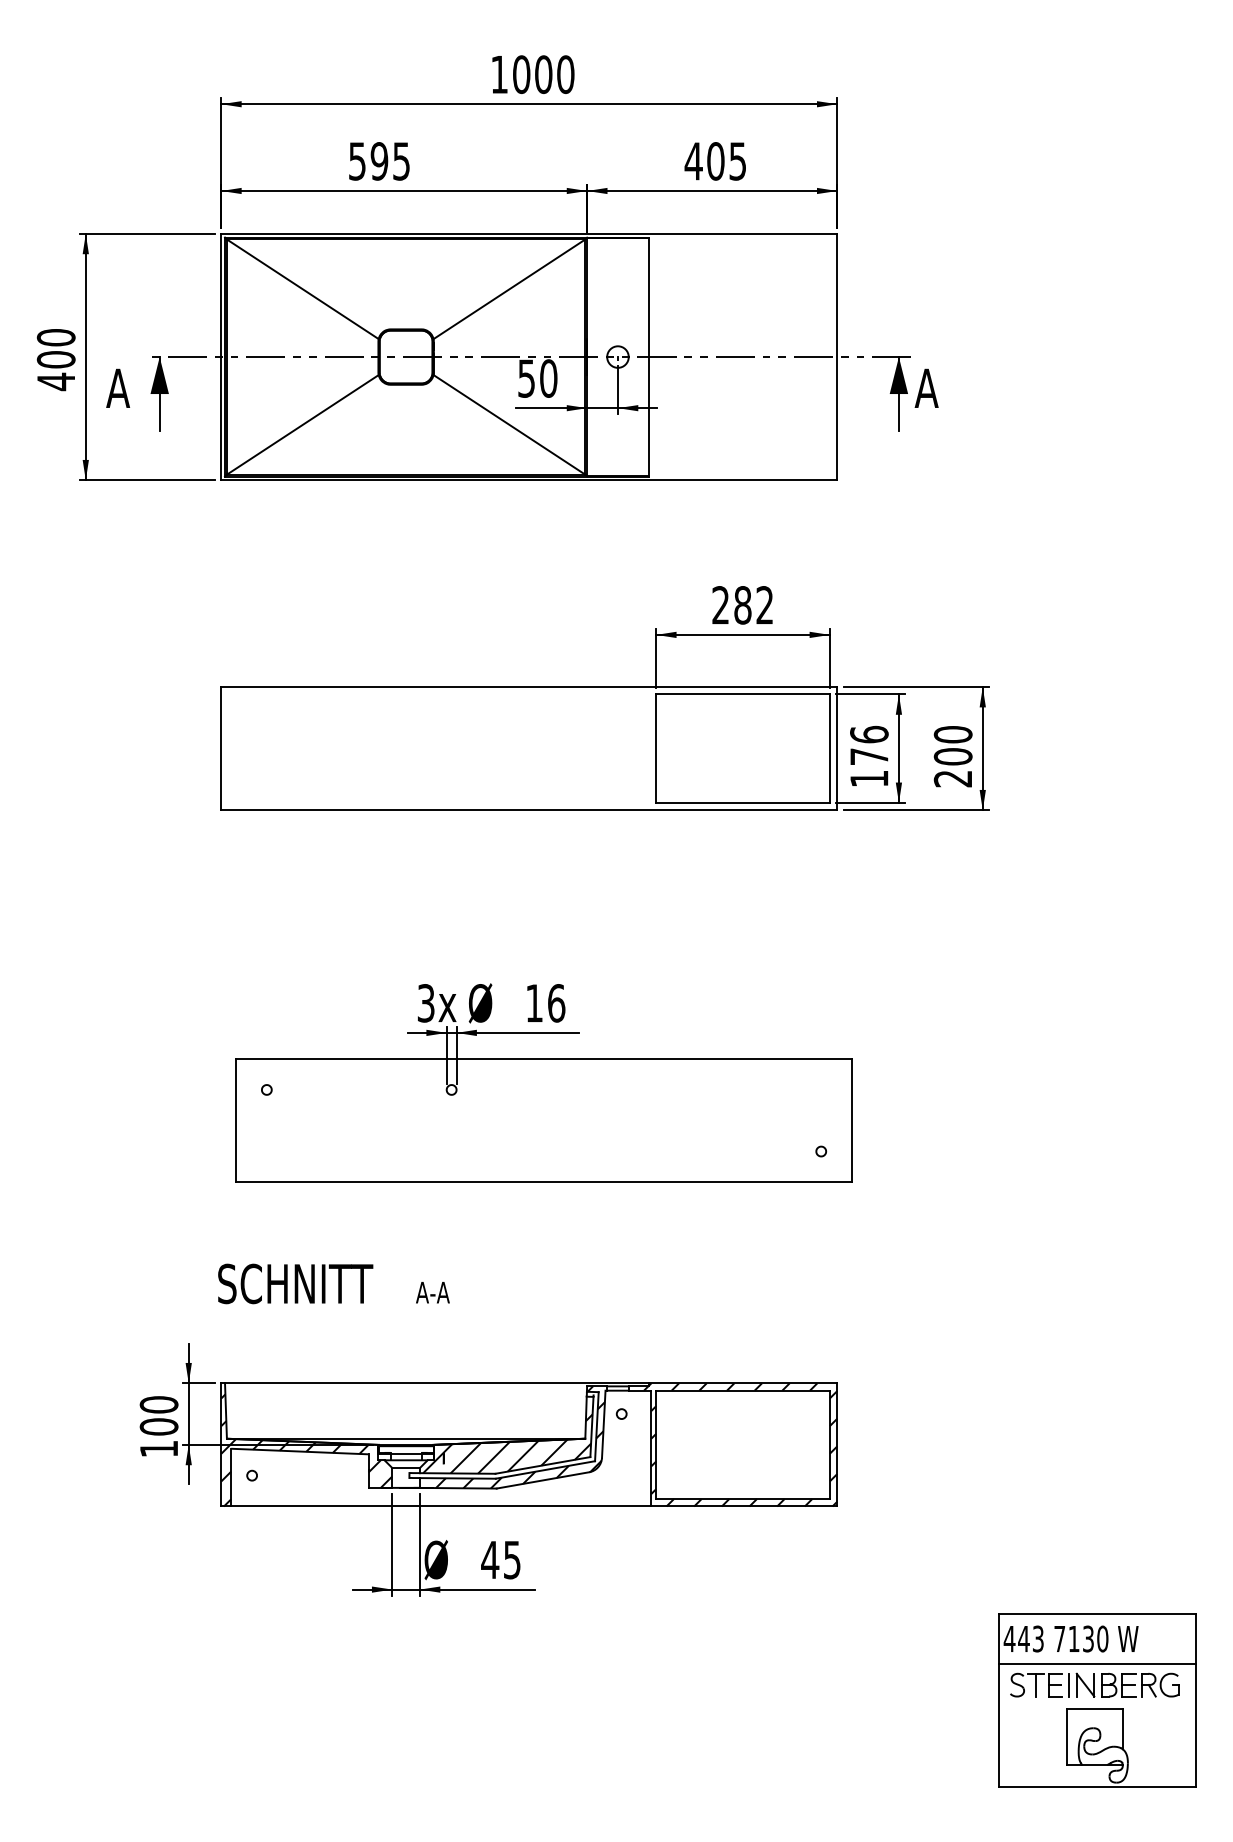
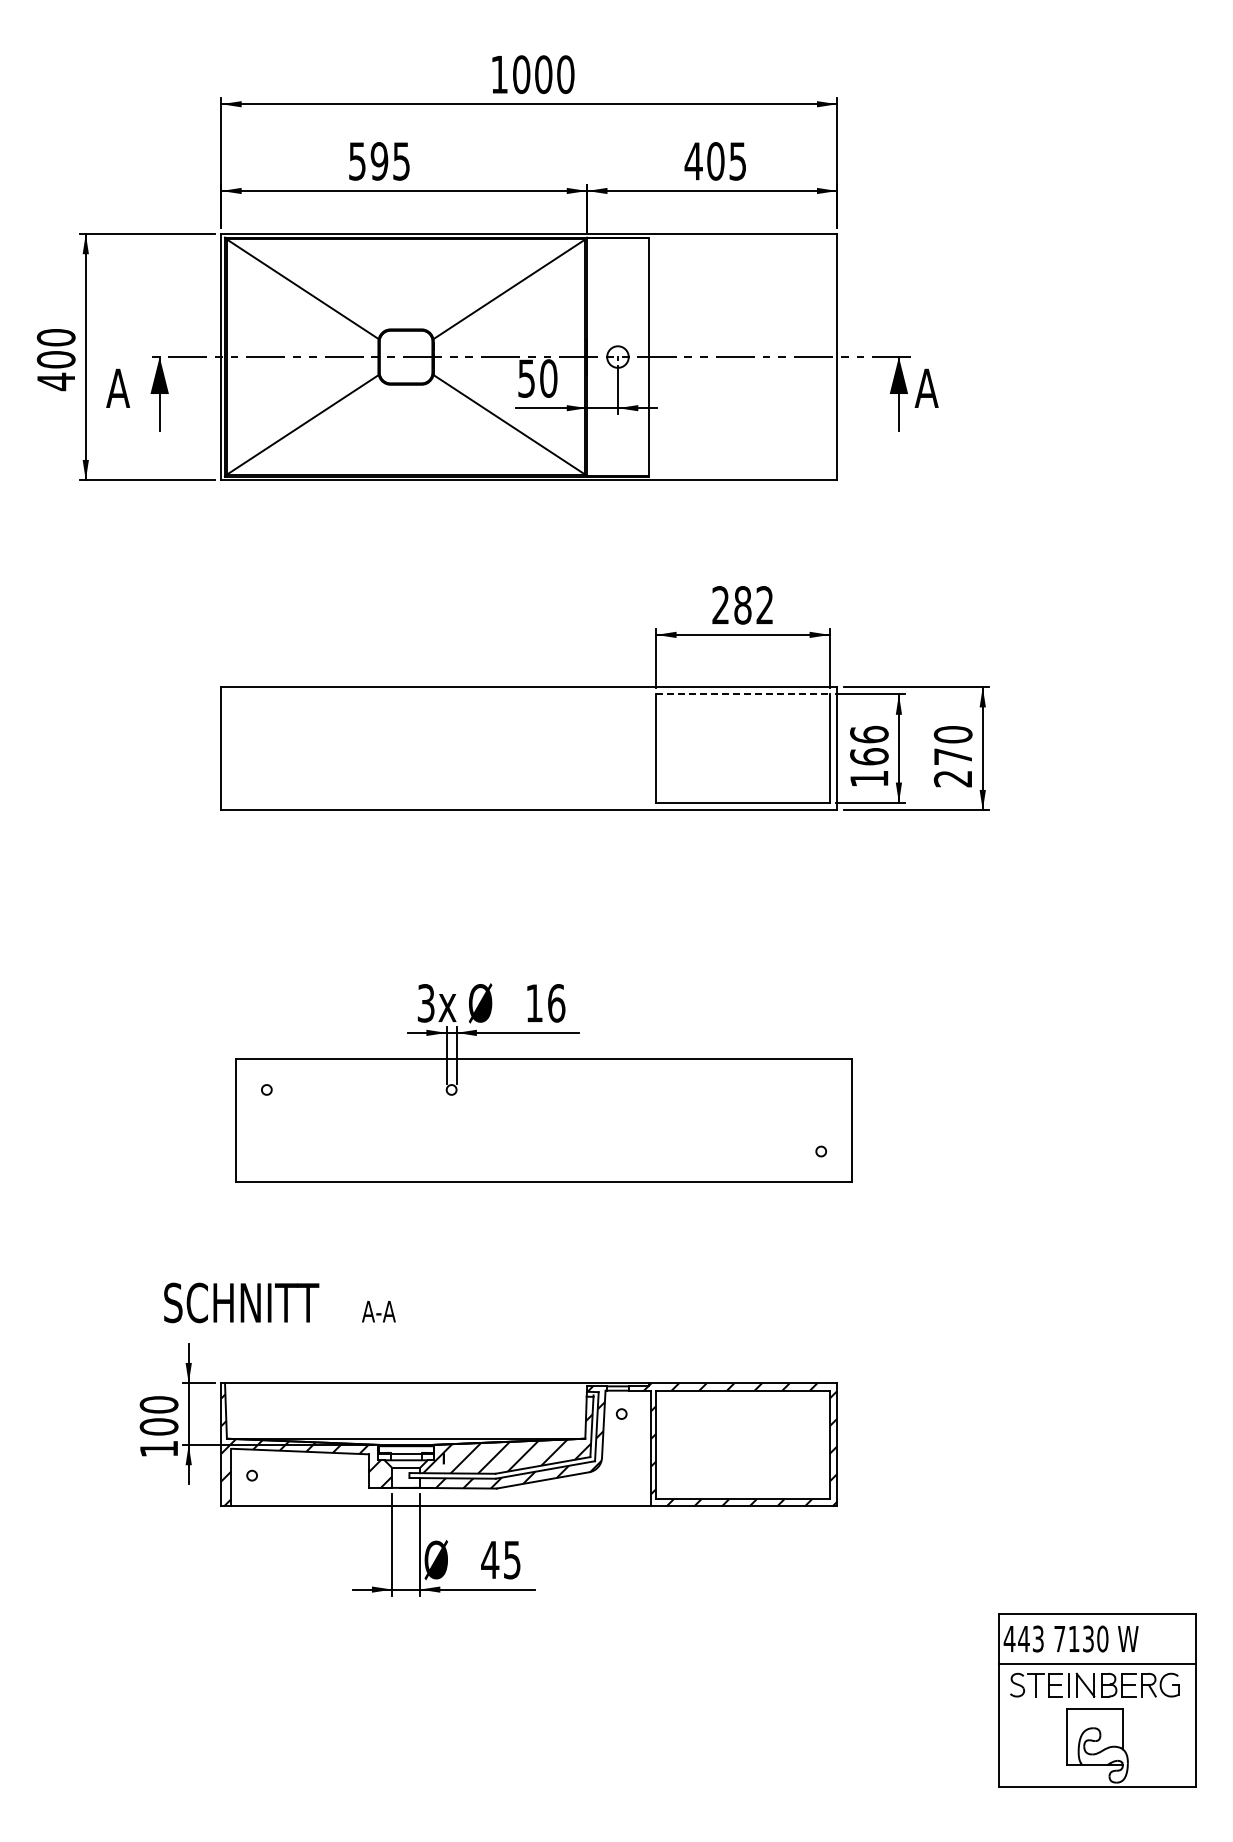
line at (743, 694): solid -> dashed
text at (869, 756): 176 -> 166
text at (952, 756): 200 -> 270
text at (333, 1283) position: (333, 1283) -> (279, 1302)
